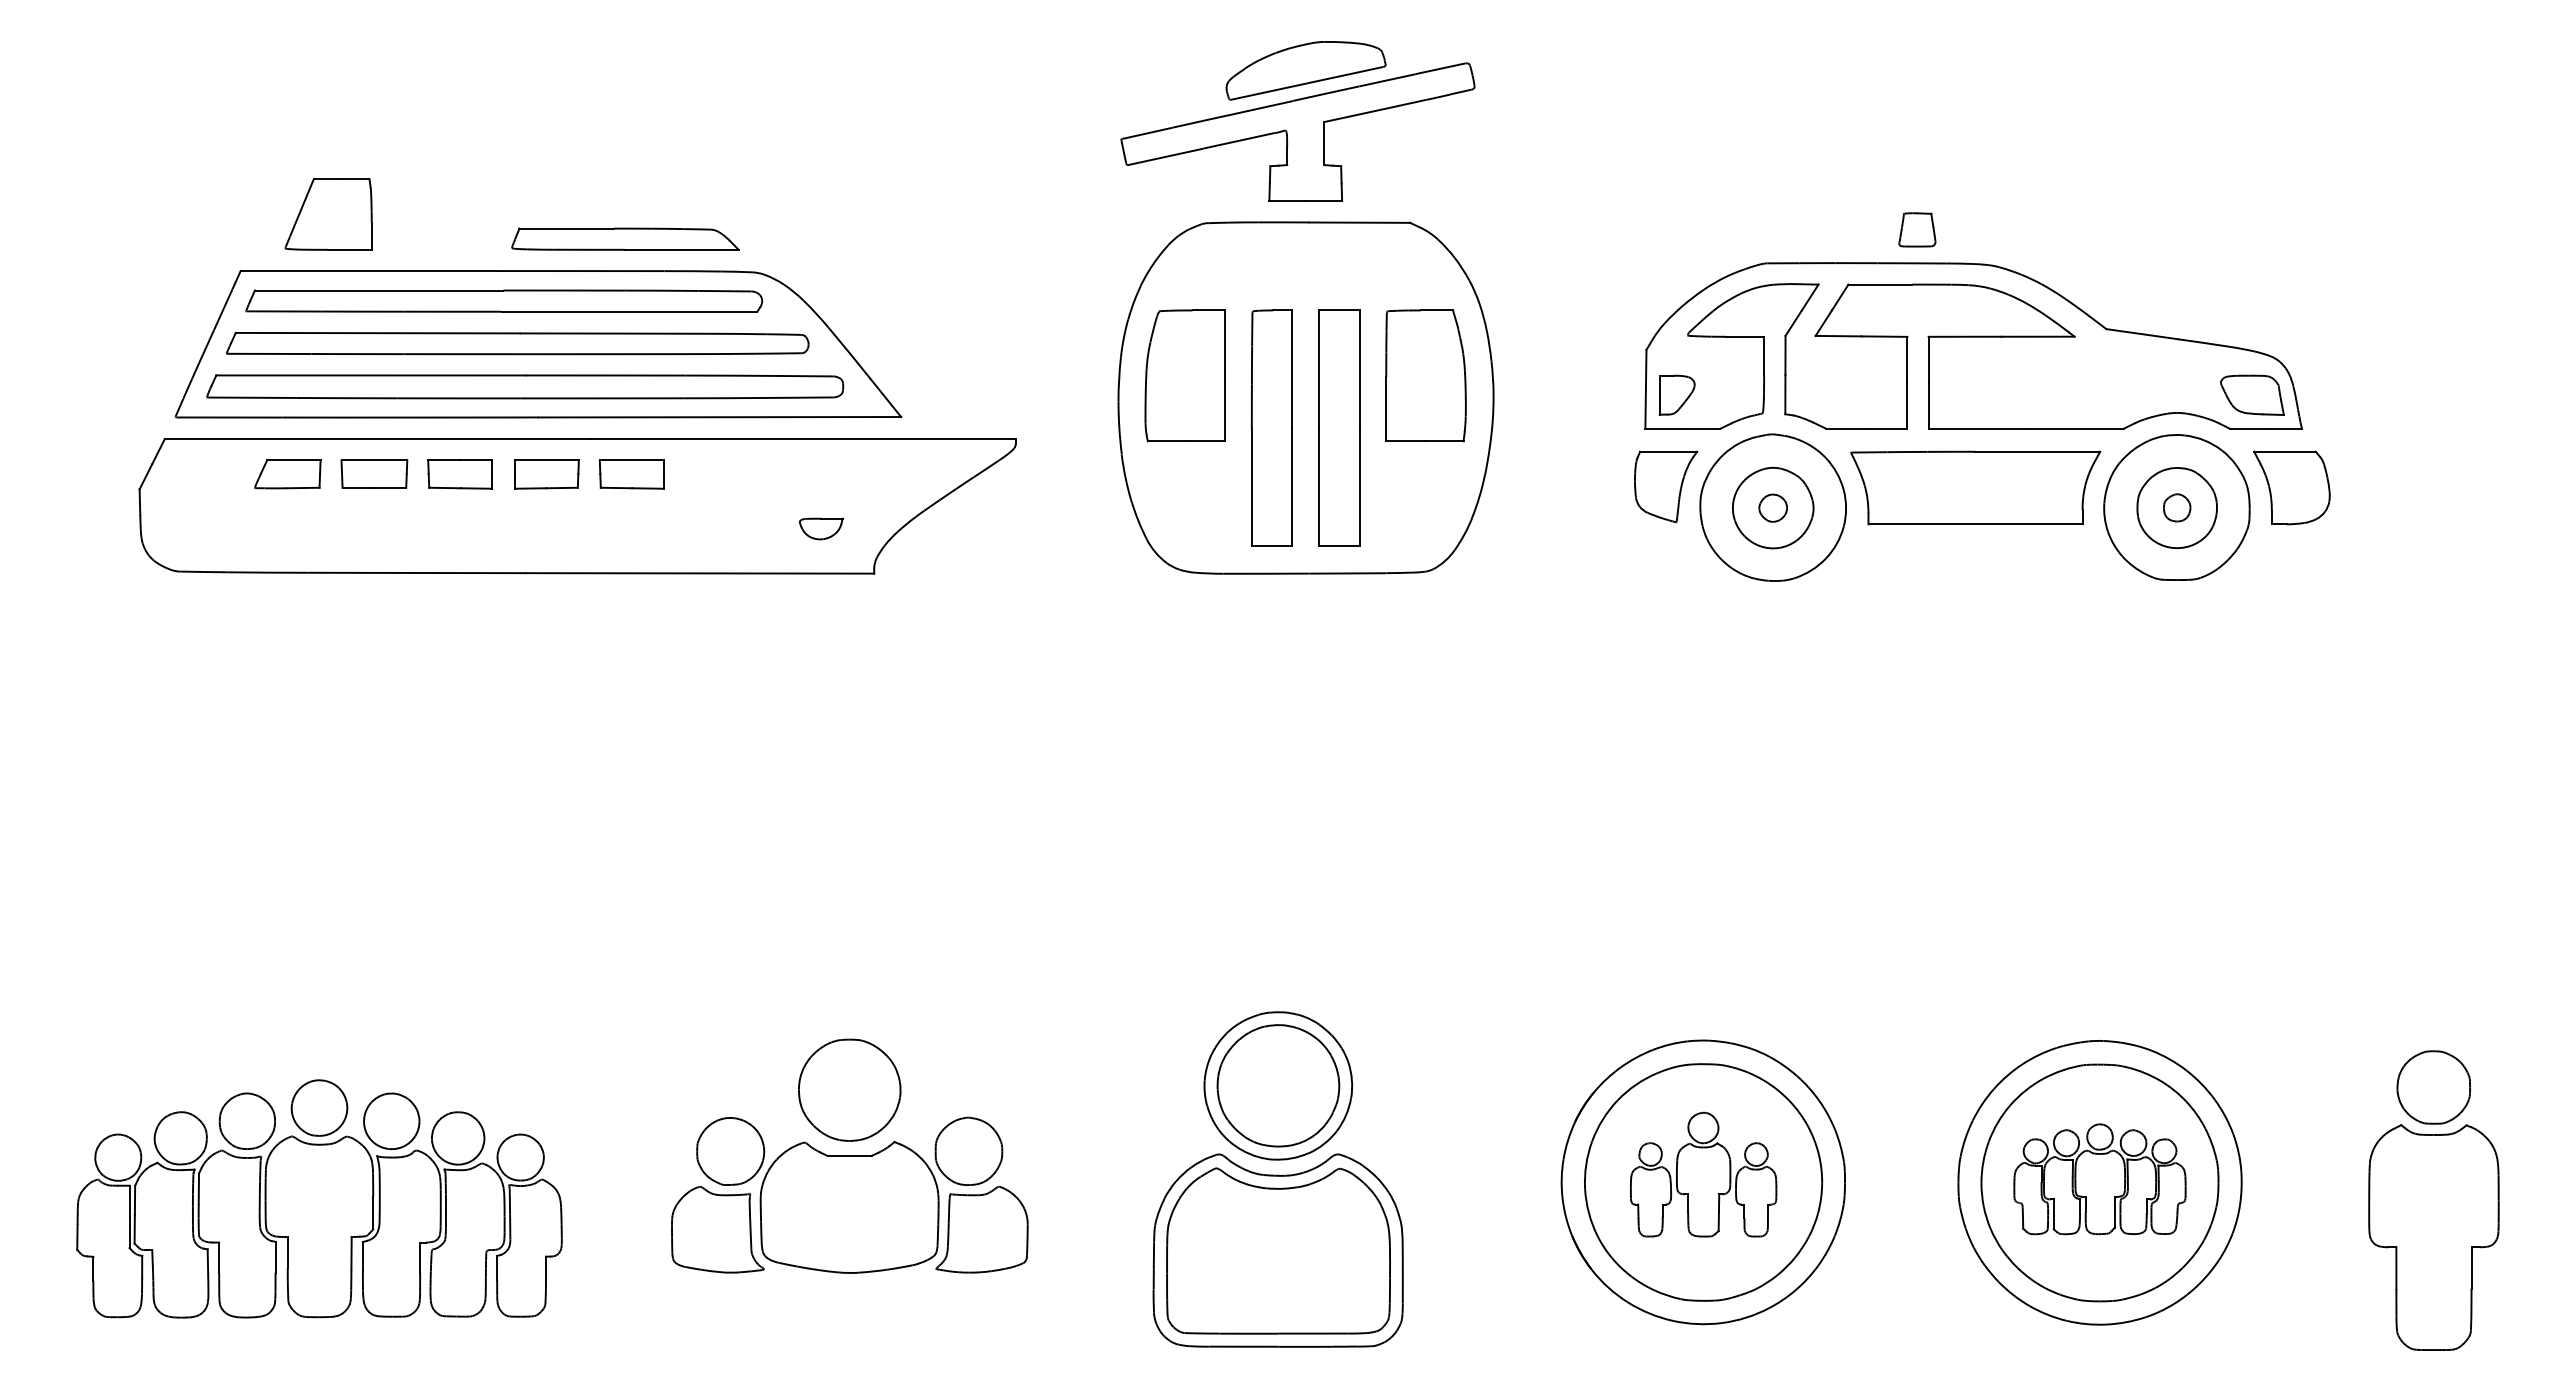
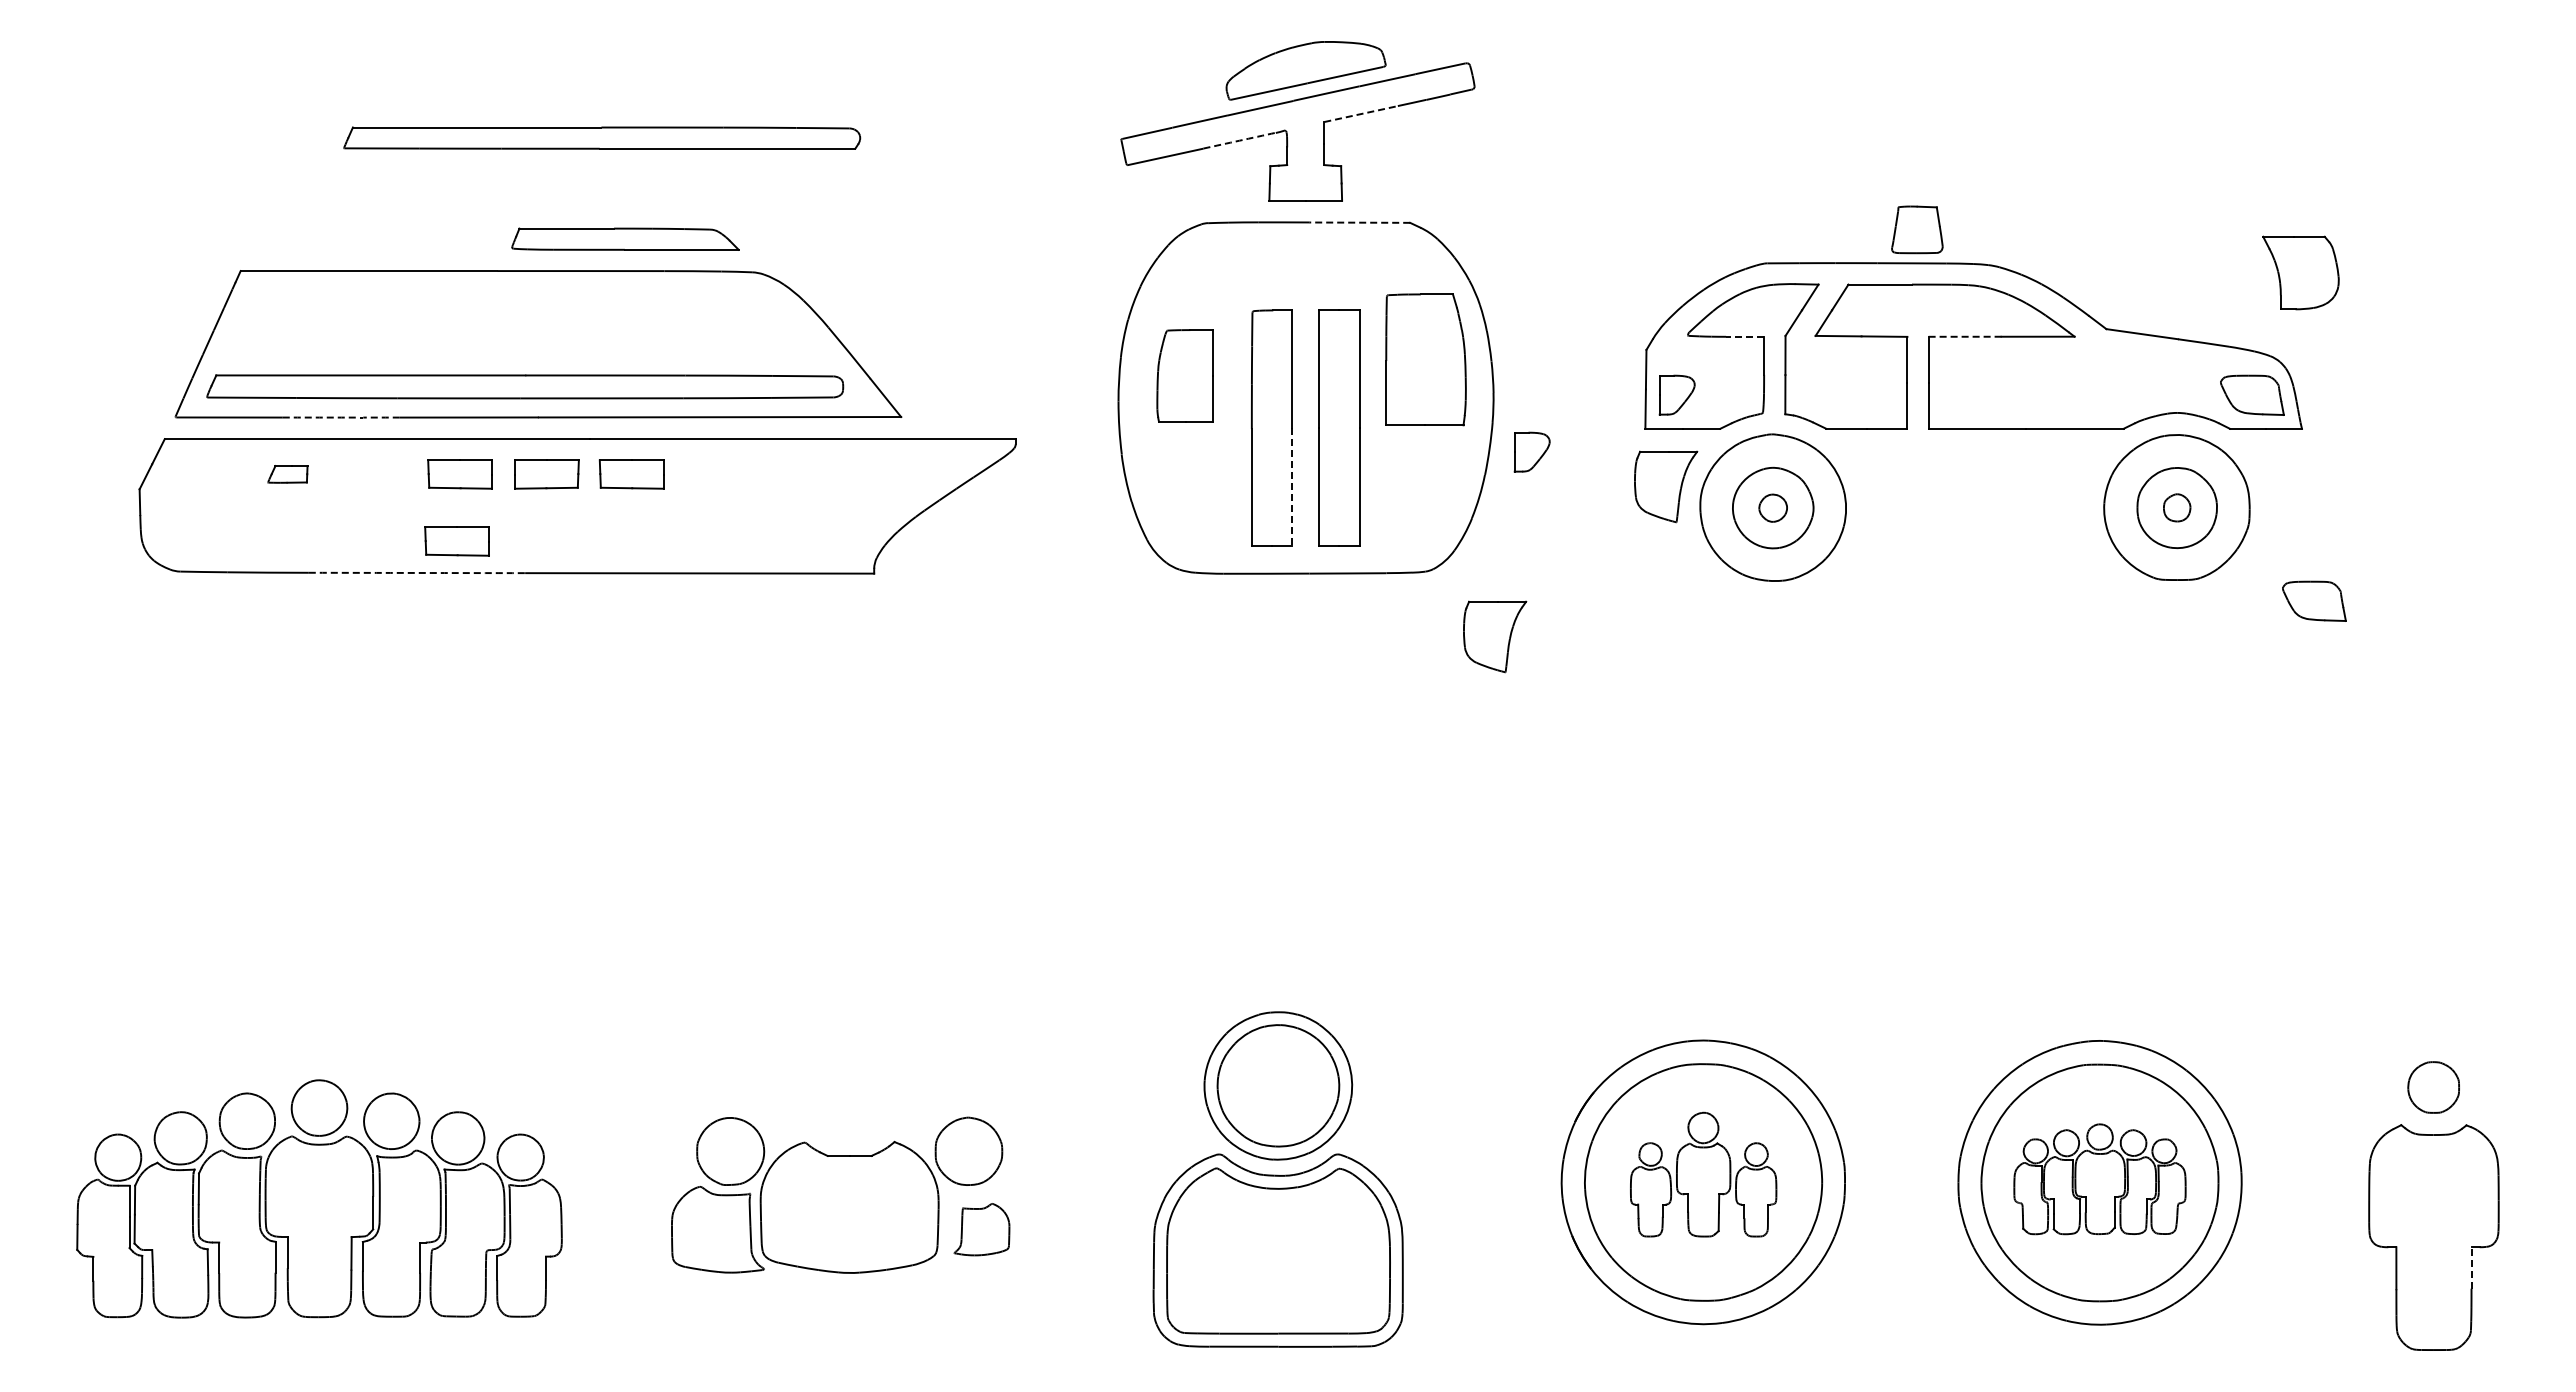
line at (1361, 114): solid -> dashed
arc at (1239, 140): solid -> dashed
part at (328, 214): present -> none
line at (1359, 222): solid -> dashed
part at (1917, 229) size: 39x36 px -> 53x50 px
part at (504, 300) position: (504, 300) -> (602, 137)
line at (1744, 336): solid -> dashed
line at (1964, 336): solid -> dashed
part at (517, 343): present -> none
part at (1184, 375) size: 82x134 px -> 58x94 px
part at (1425, 375) position: (1425, 375) -> (1425, 359)
arc at (341, 417): solid -> dashed
part at (1531, 451): none -> present
part at (374, 473): present -> none
part at (287, 474) size: 68x31 px -> 42x19 px
line at (1292, 486): solid -> dashed
part at (1975, 487): present -> none
part at (2291, 487) position: (2291, 487) -> (2300, 272)
part at (821, 528): present -> none
part at (456, 541): none -> present
arc at (417, 572): solid -> dashed
part at (2314, 600): none -> present
part at (1495, 636): none -> present
part at (2433, 1087) size: 75x75 px -> 53x53 px
part at (849, 1089): present -> none
part at (981, 1229) size: 94x89 px -> 58x54 px
line at (2471, 1267): solid -> dashed
